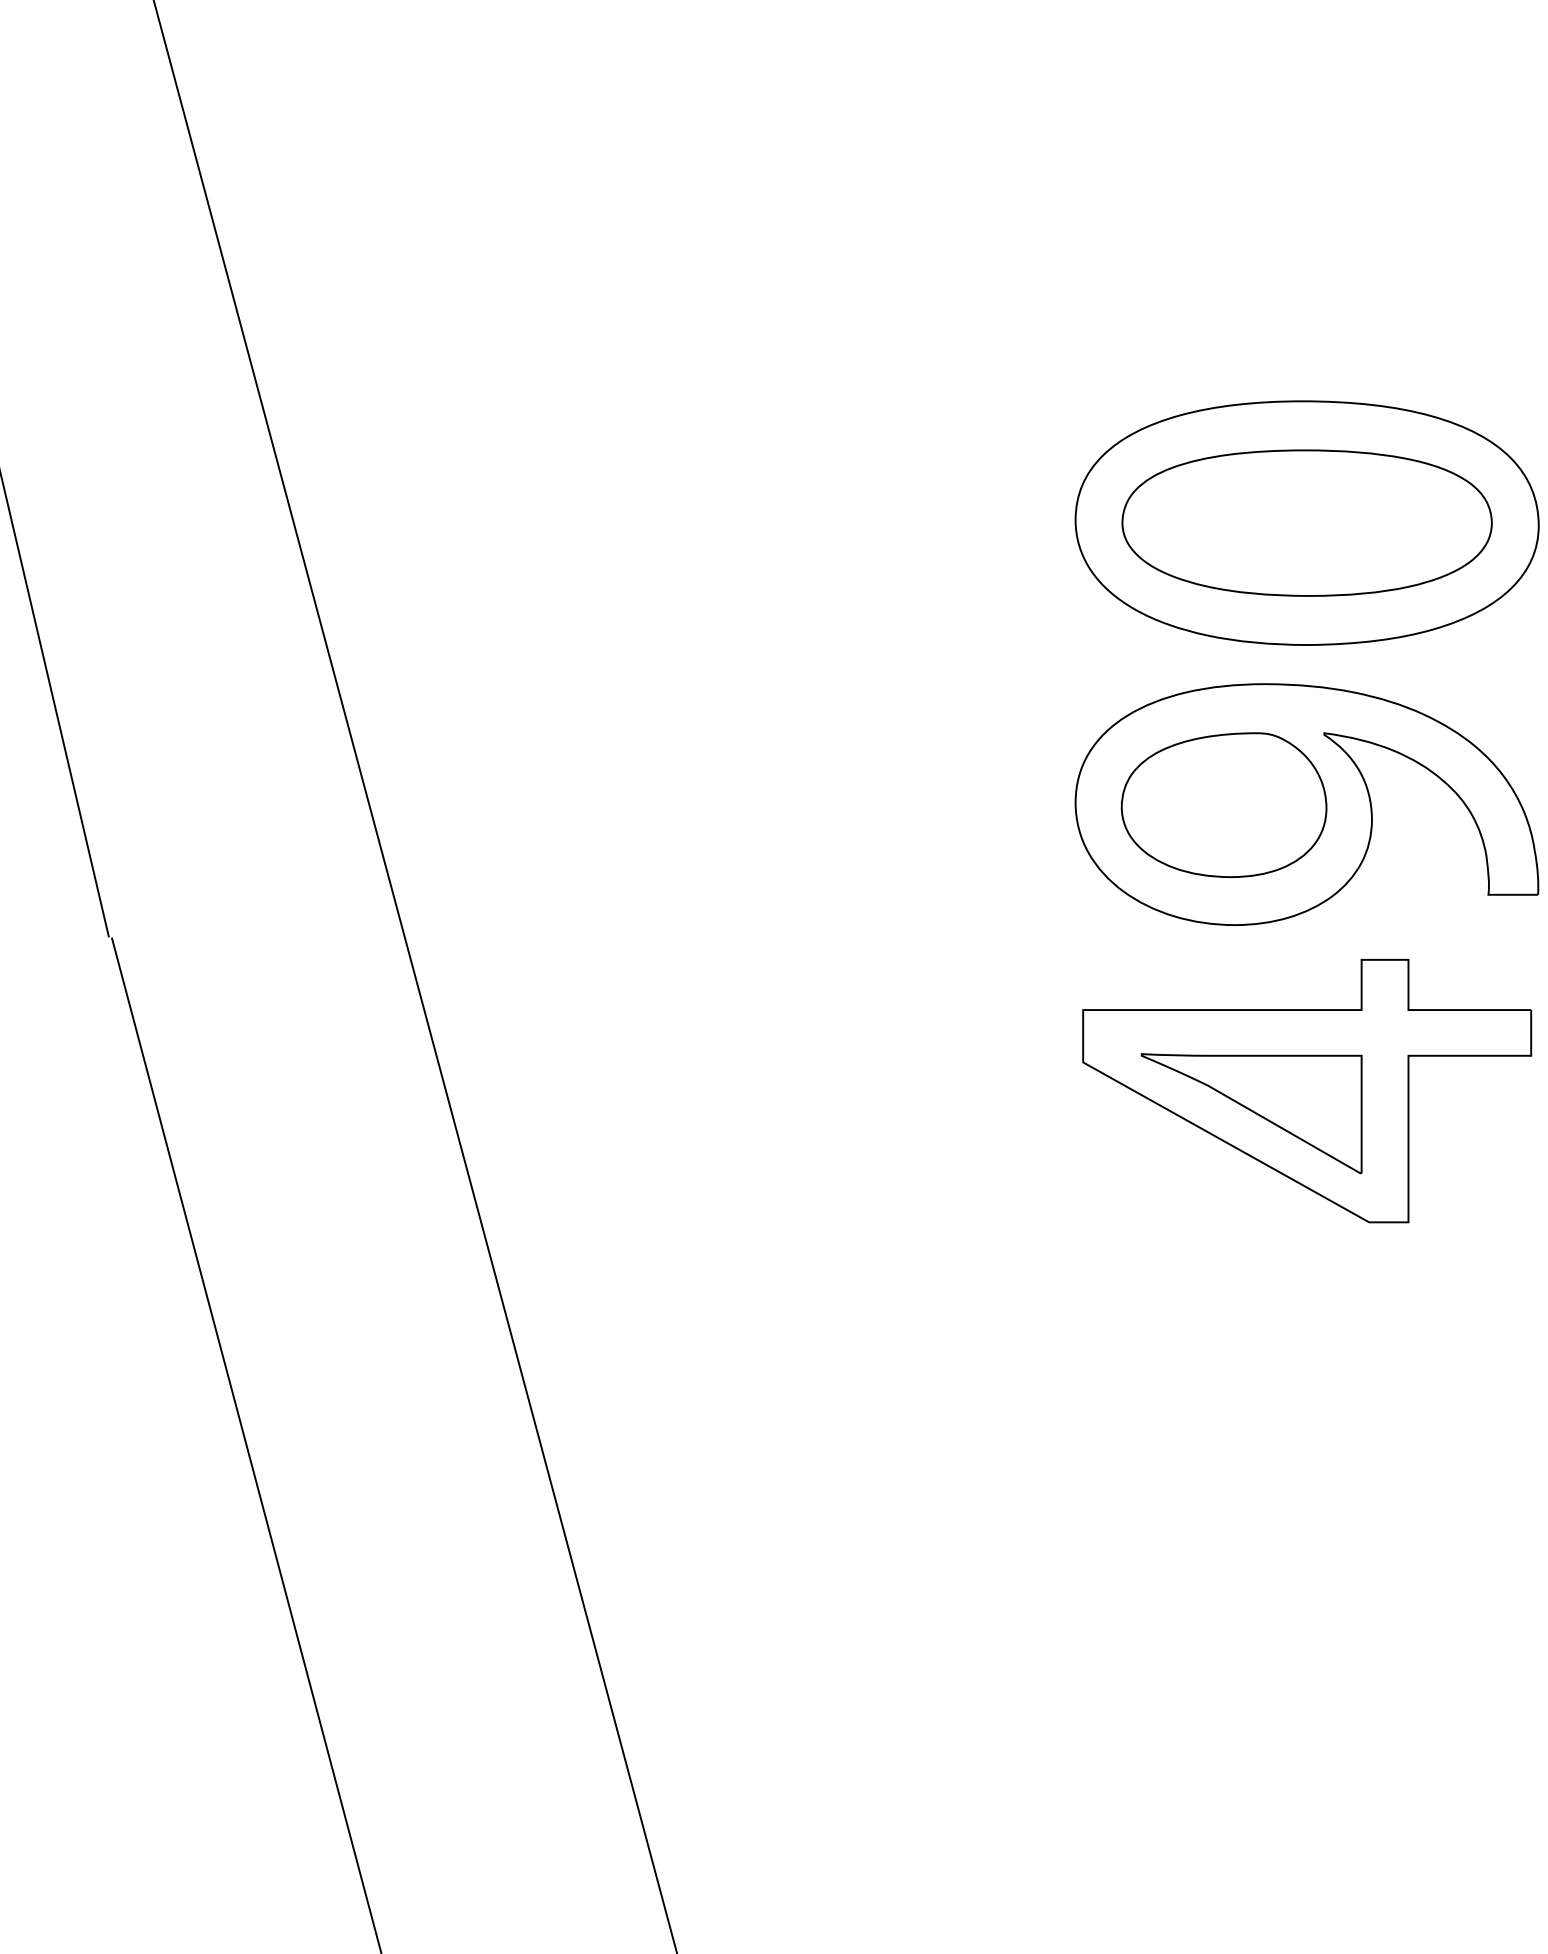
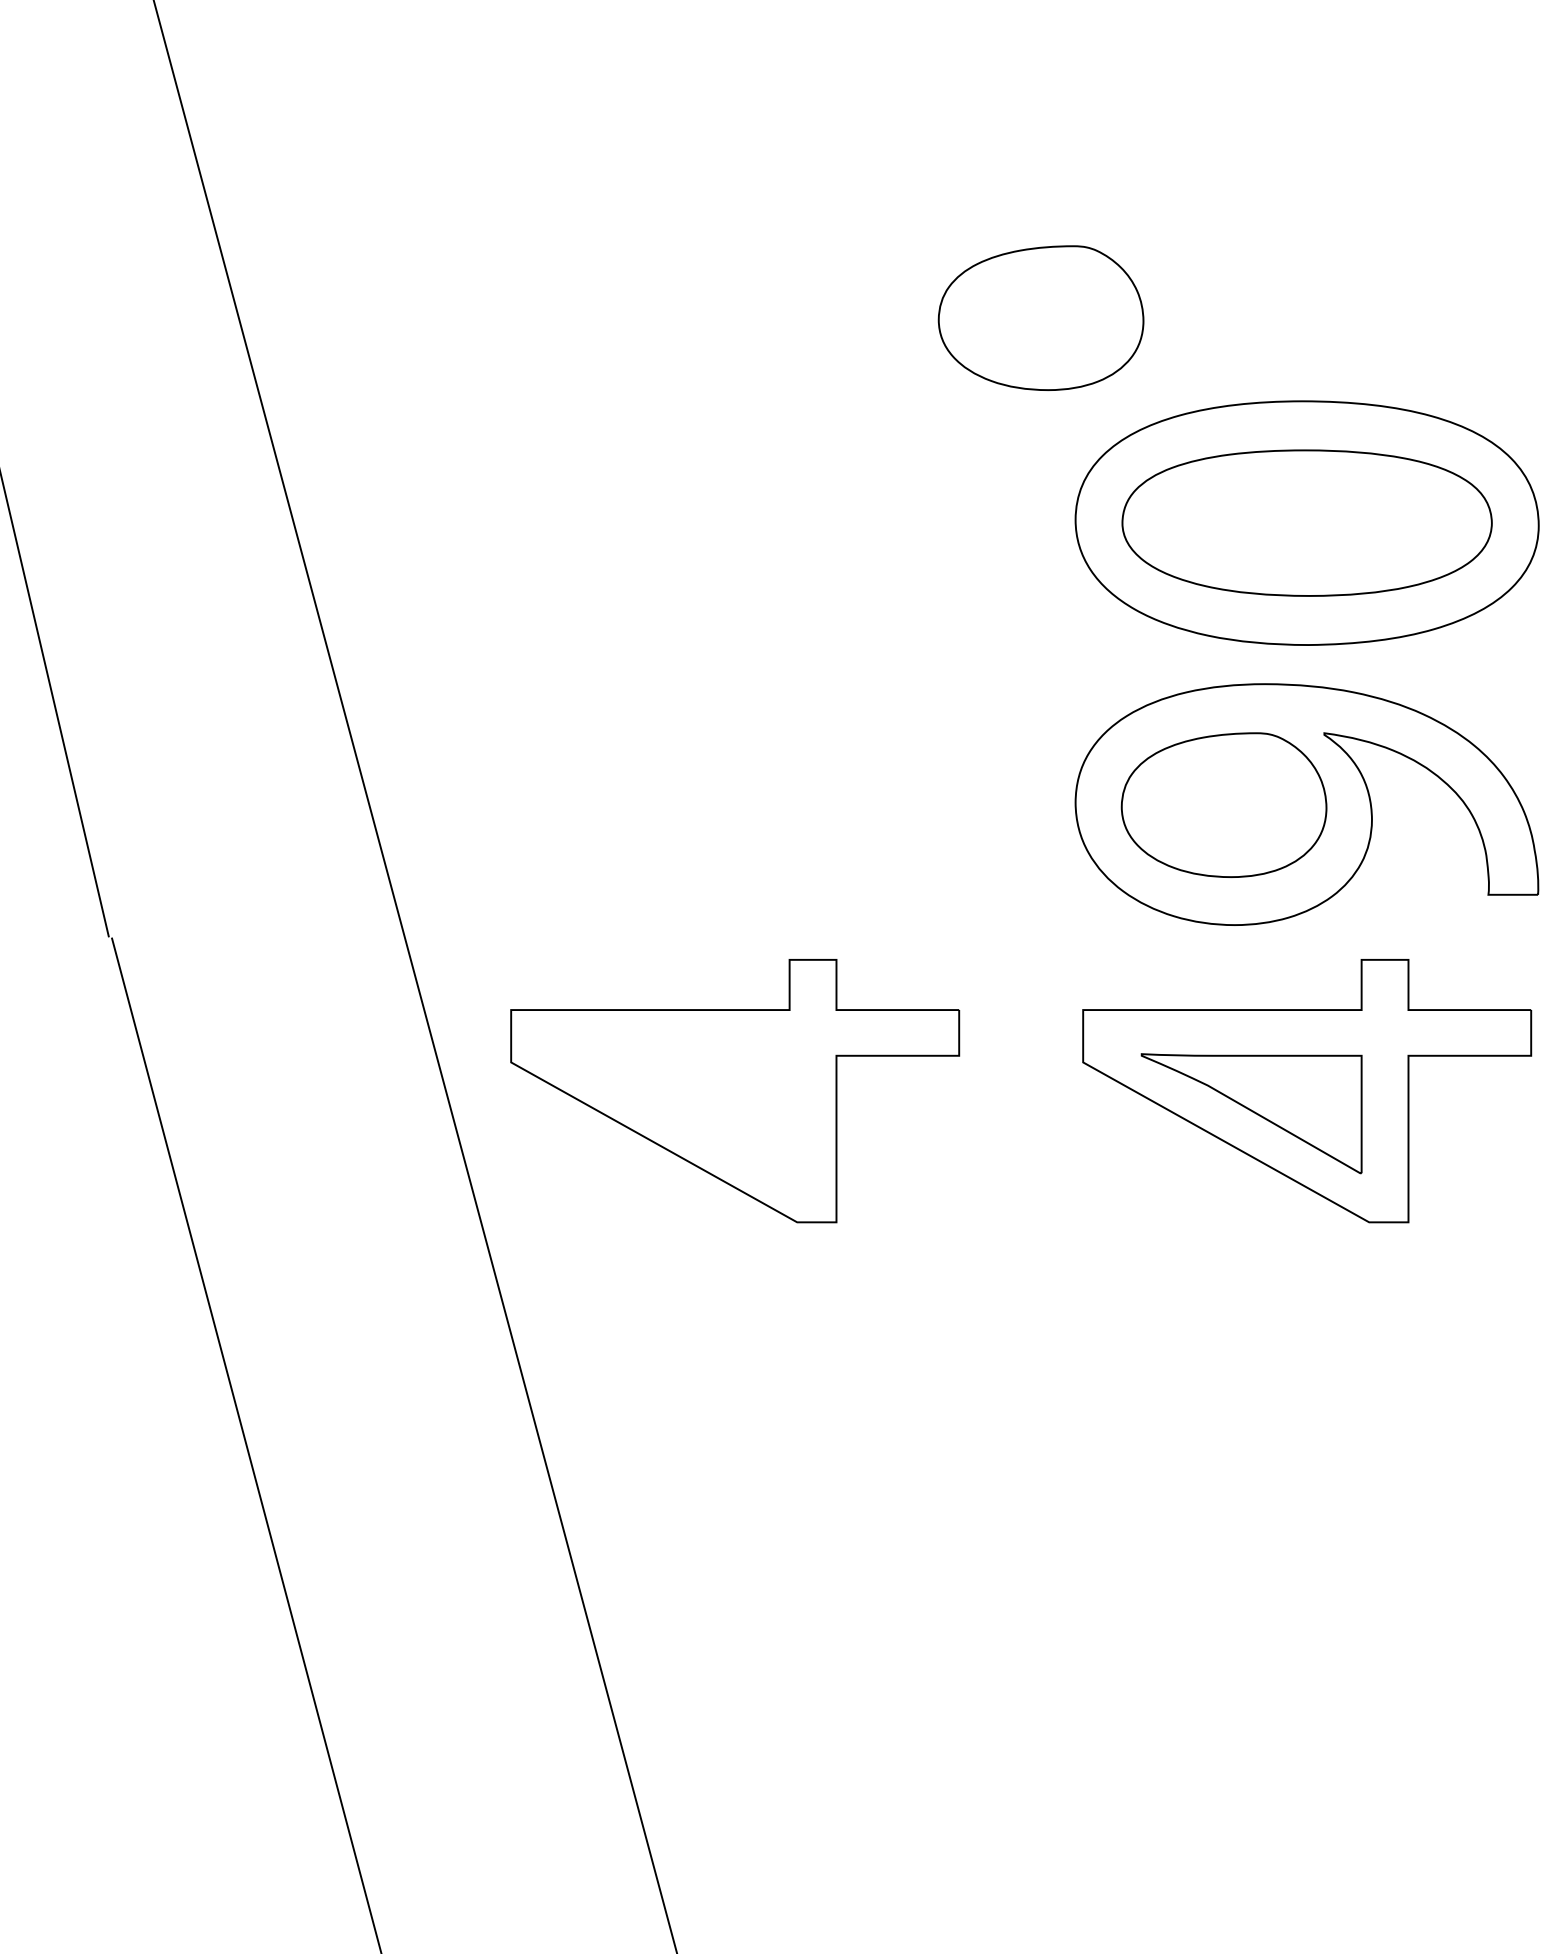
part at (1040, 317): none -> present
part at (735, 1091): none -> present
